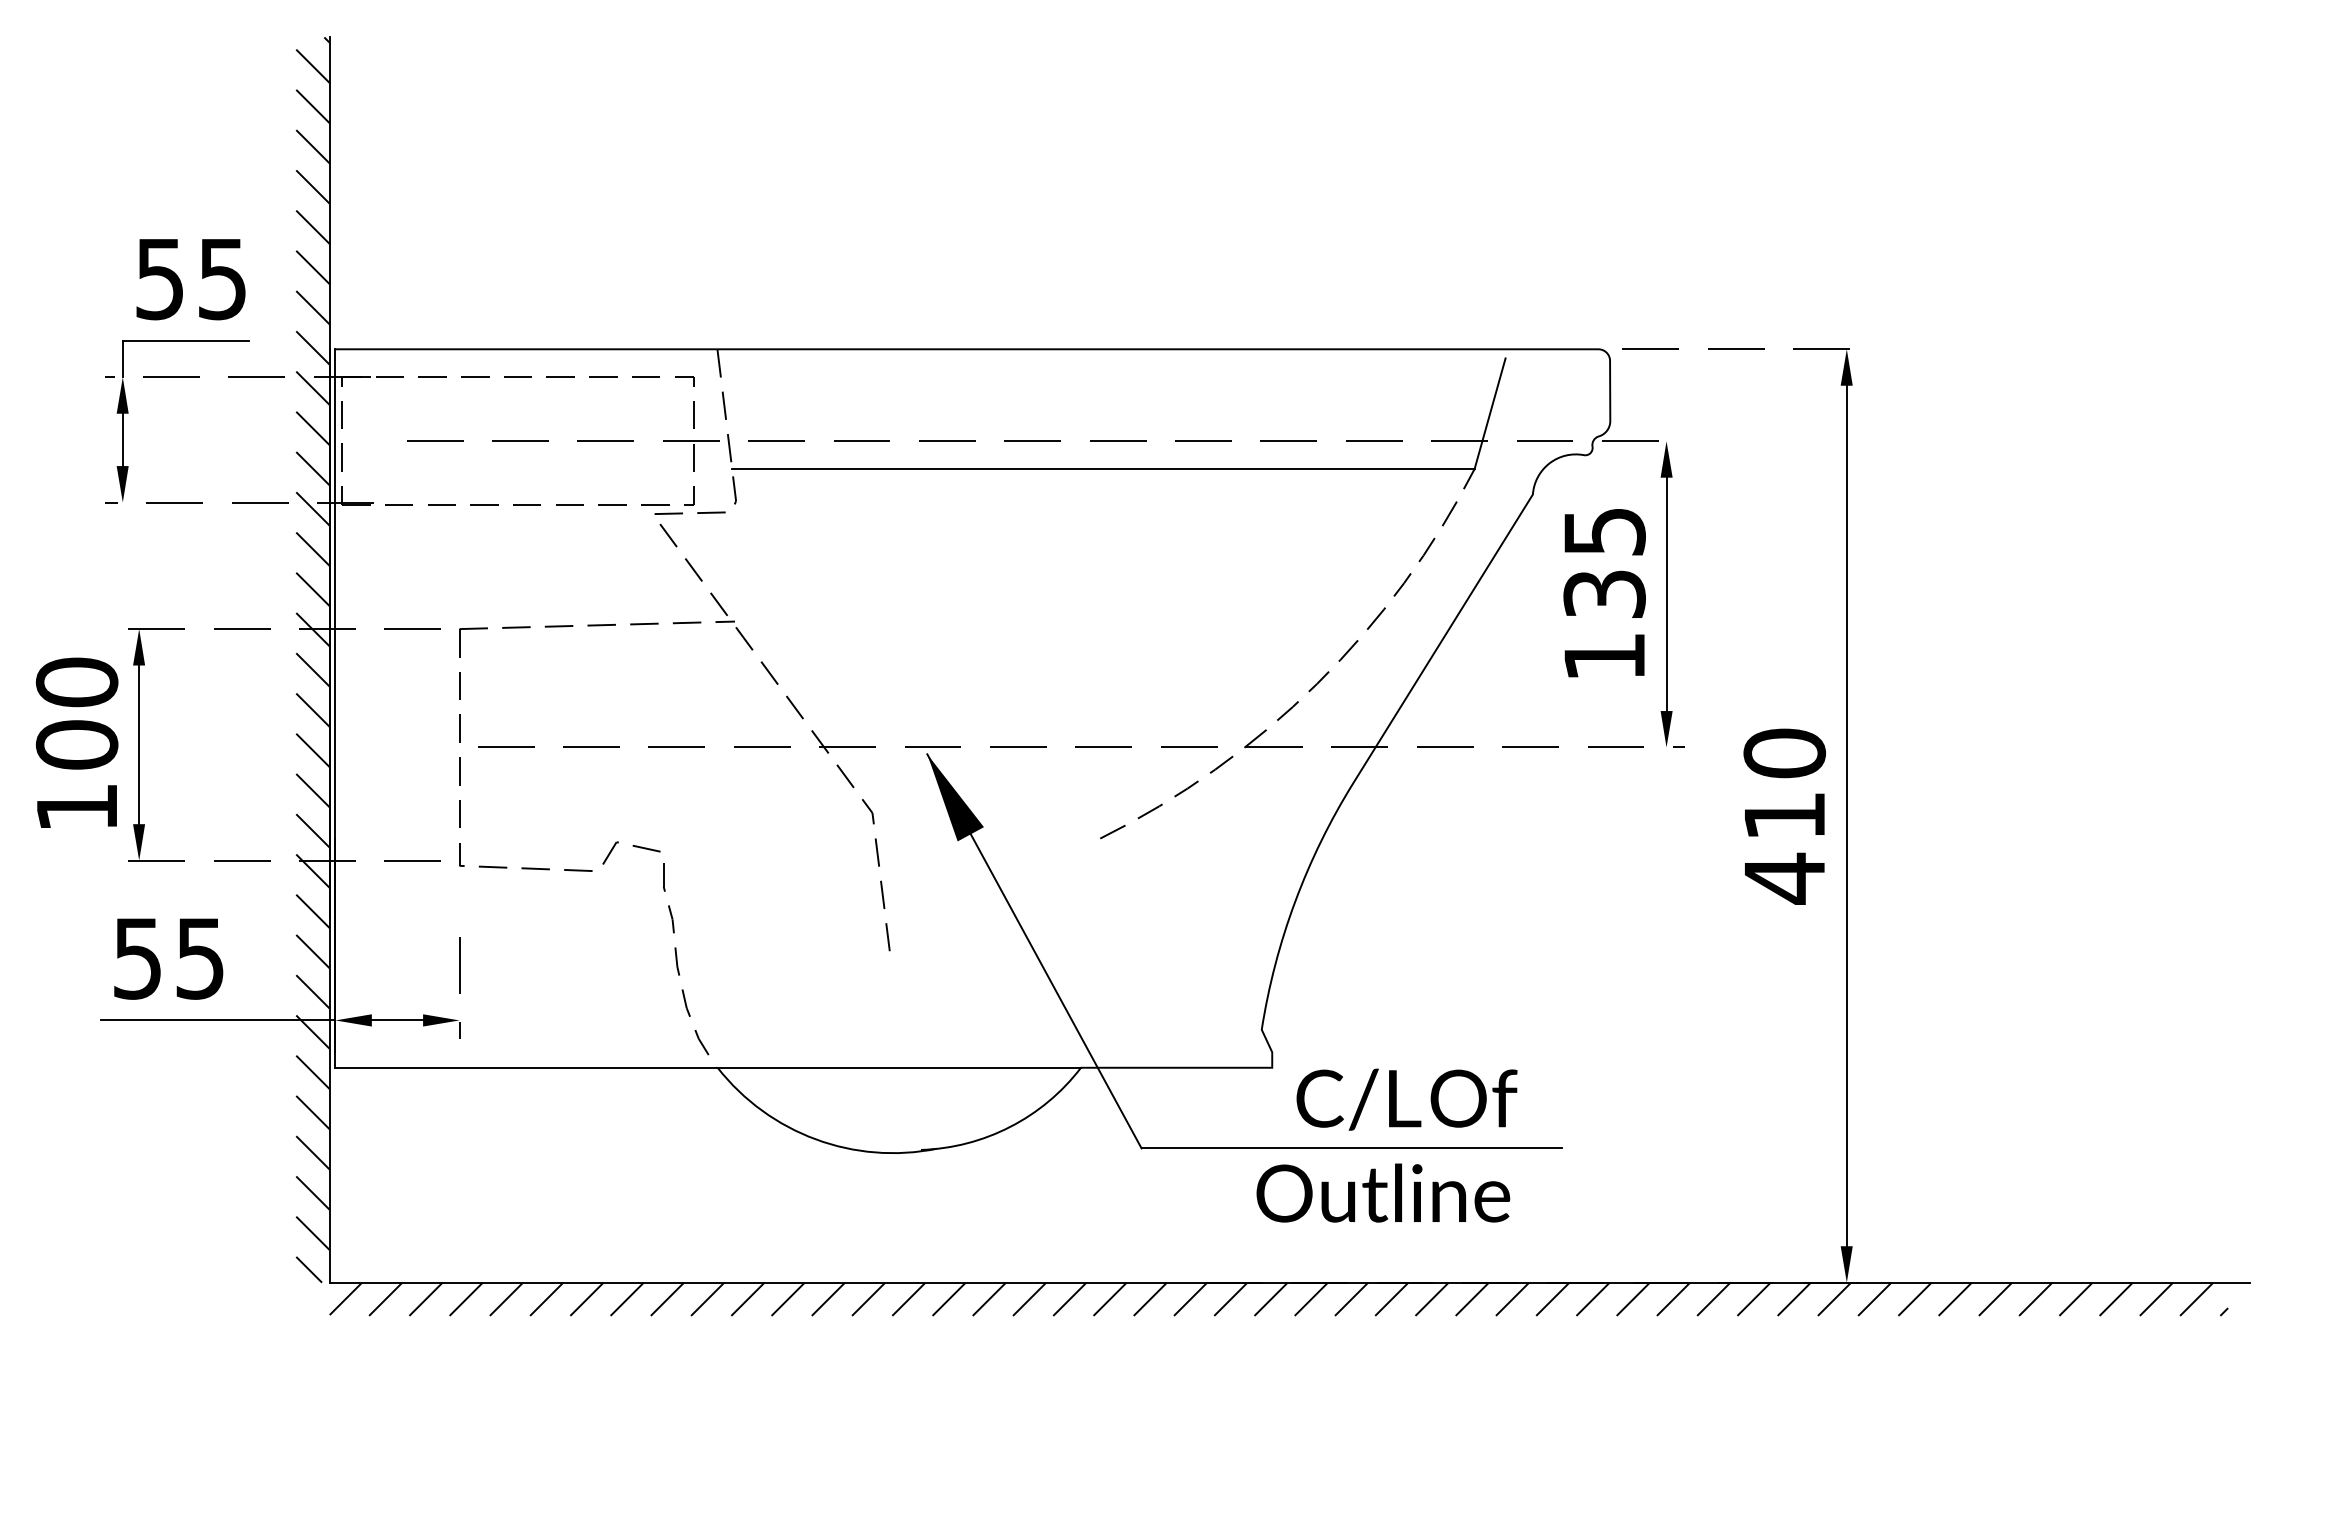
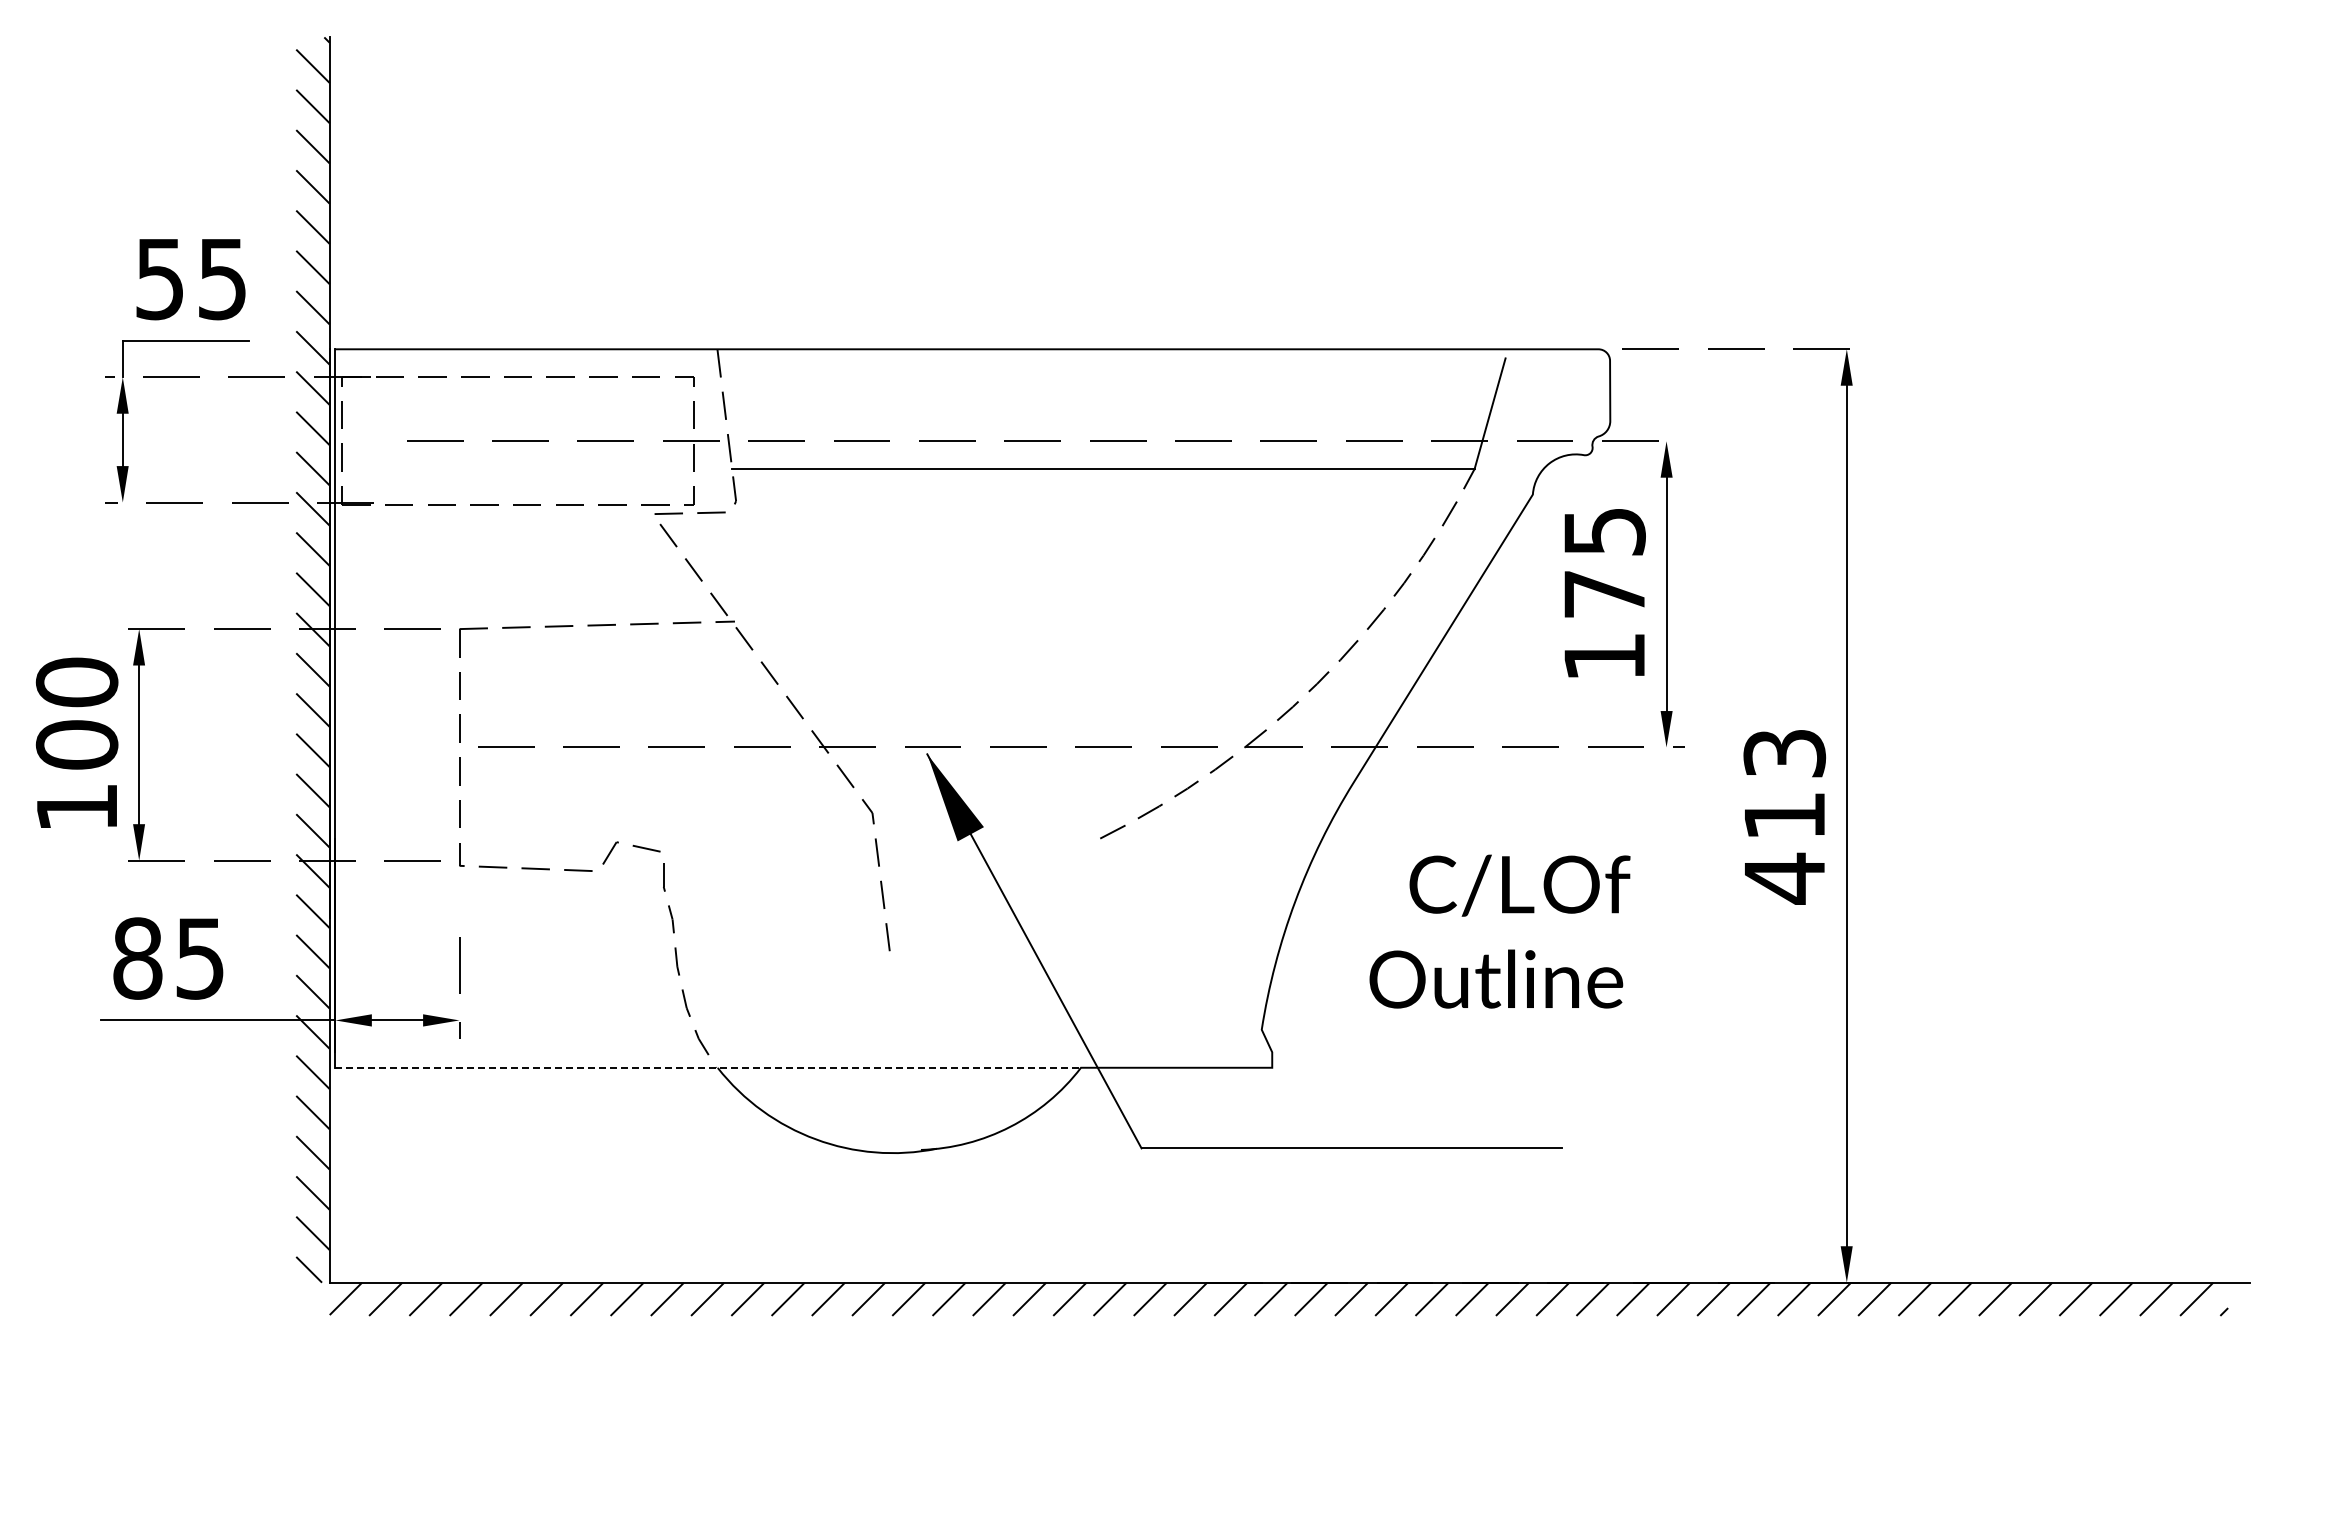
text at (1604, 593): 135 -> 175
text at (1784, 753): 410 -> 413
text at (137, 958): 55 -> 85
line at (708, 1067): solid -> dashed
text at (1386, 1145) position: (1386, 1145) -> (1499, 931)
